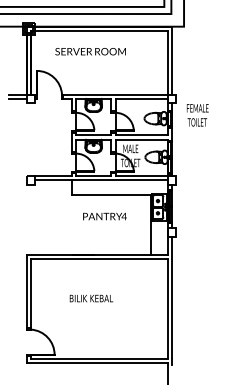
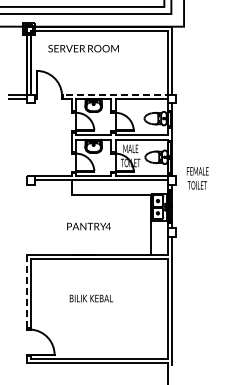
text at (90, 51) position: (90, 51) -> (83, 48)
line at (117, 94): solid -> dashed
text at (197, 115) position: (197, 115) -> (197, 178)
text at (104, 216) position: (104, 216) -> (88, 226)
line at (26, 291): solid -> dashed
